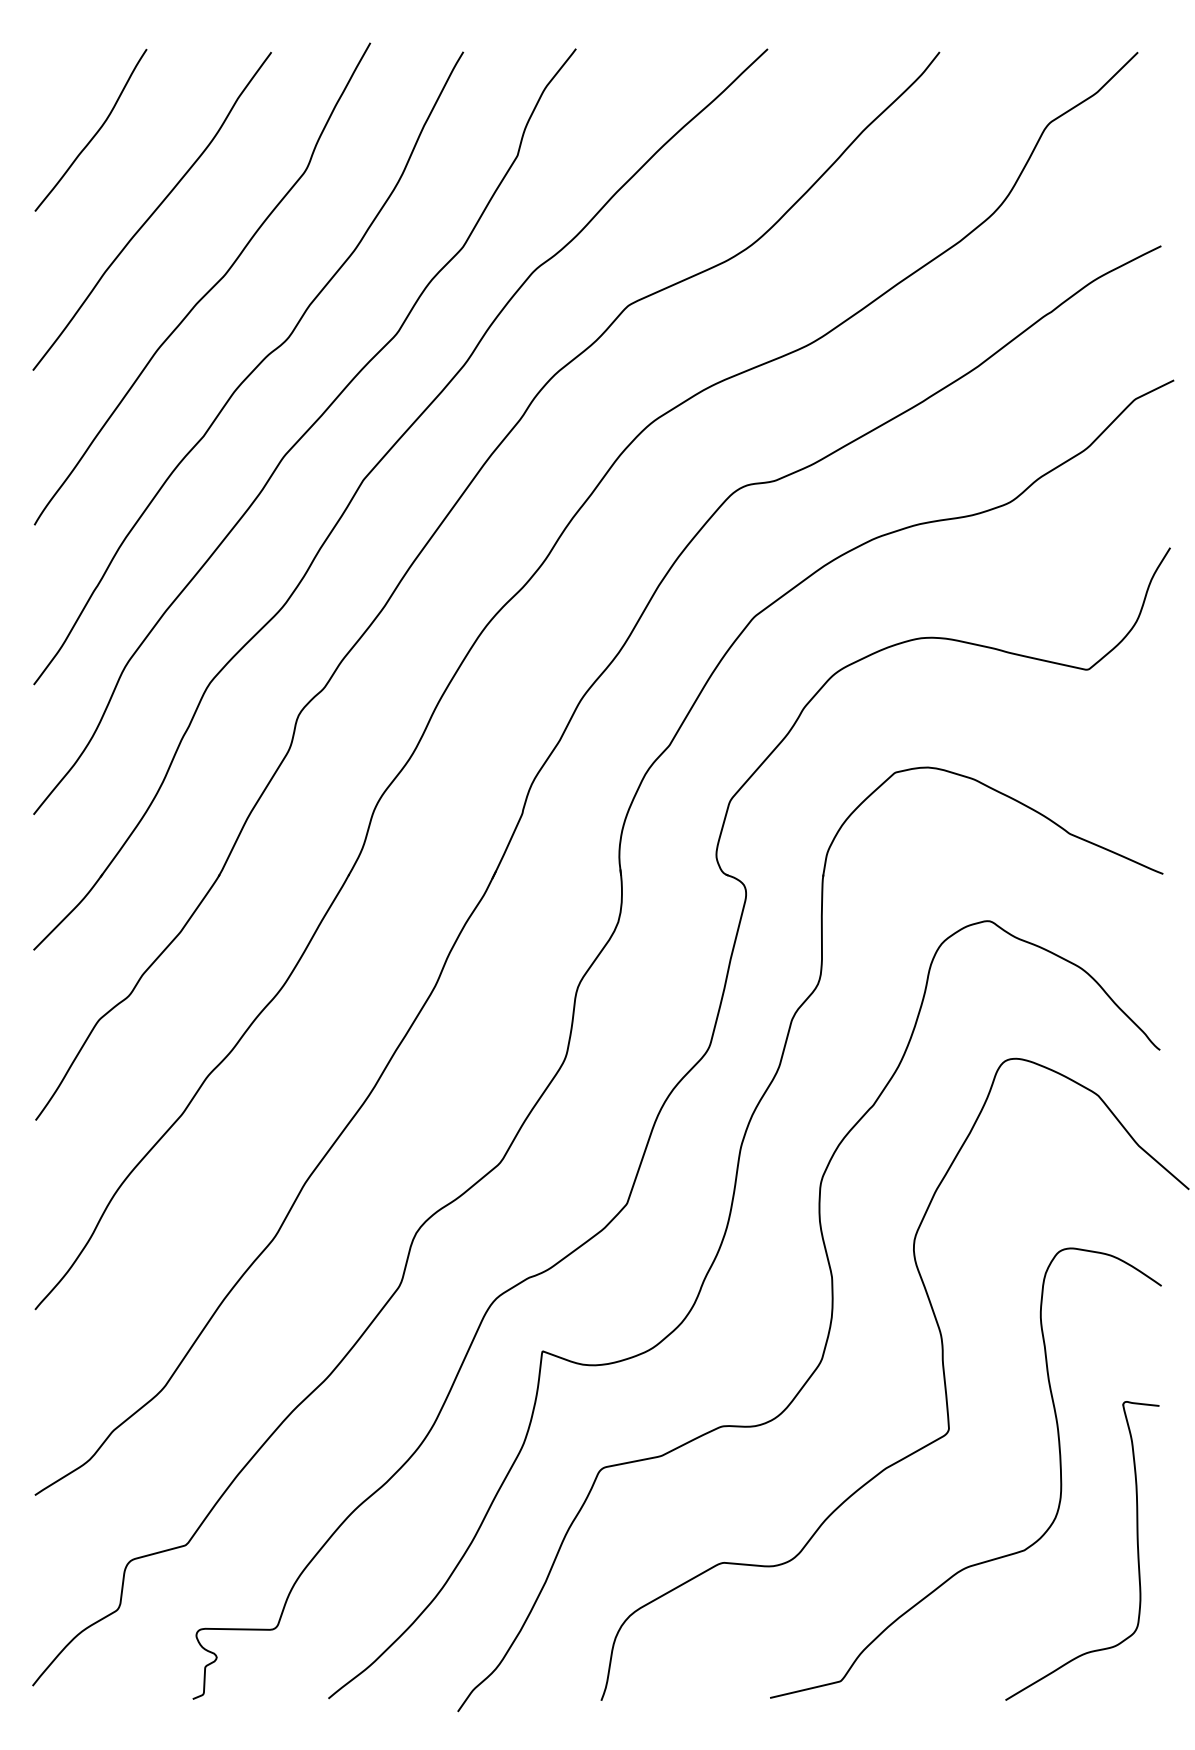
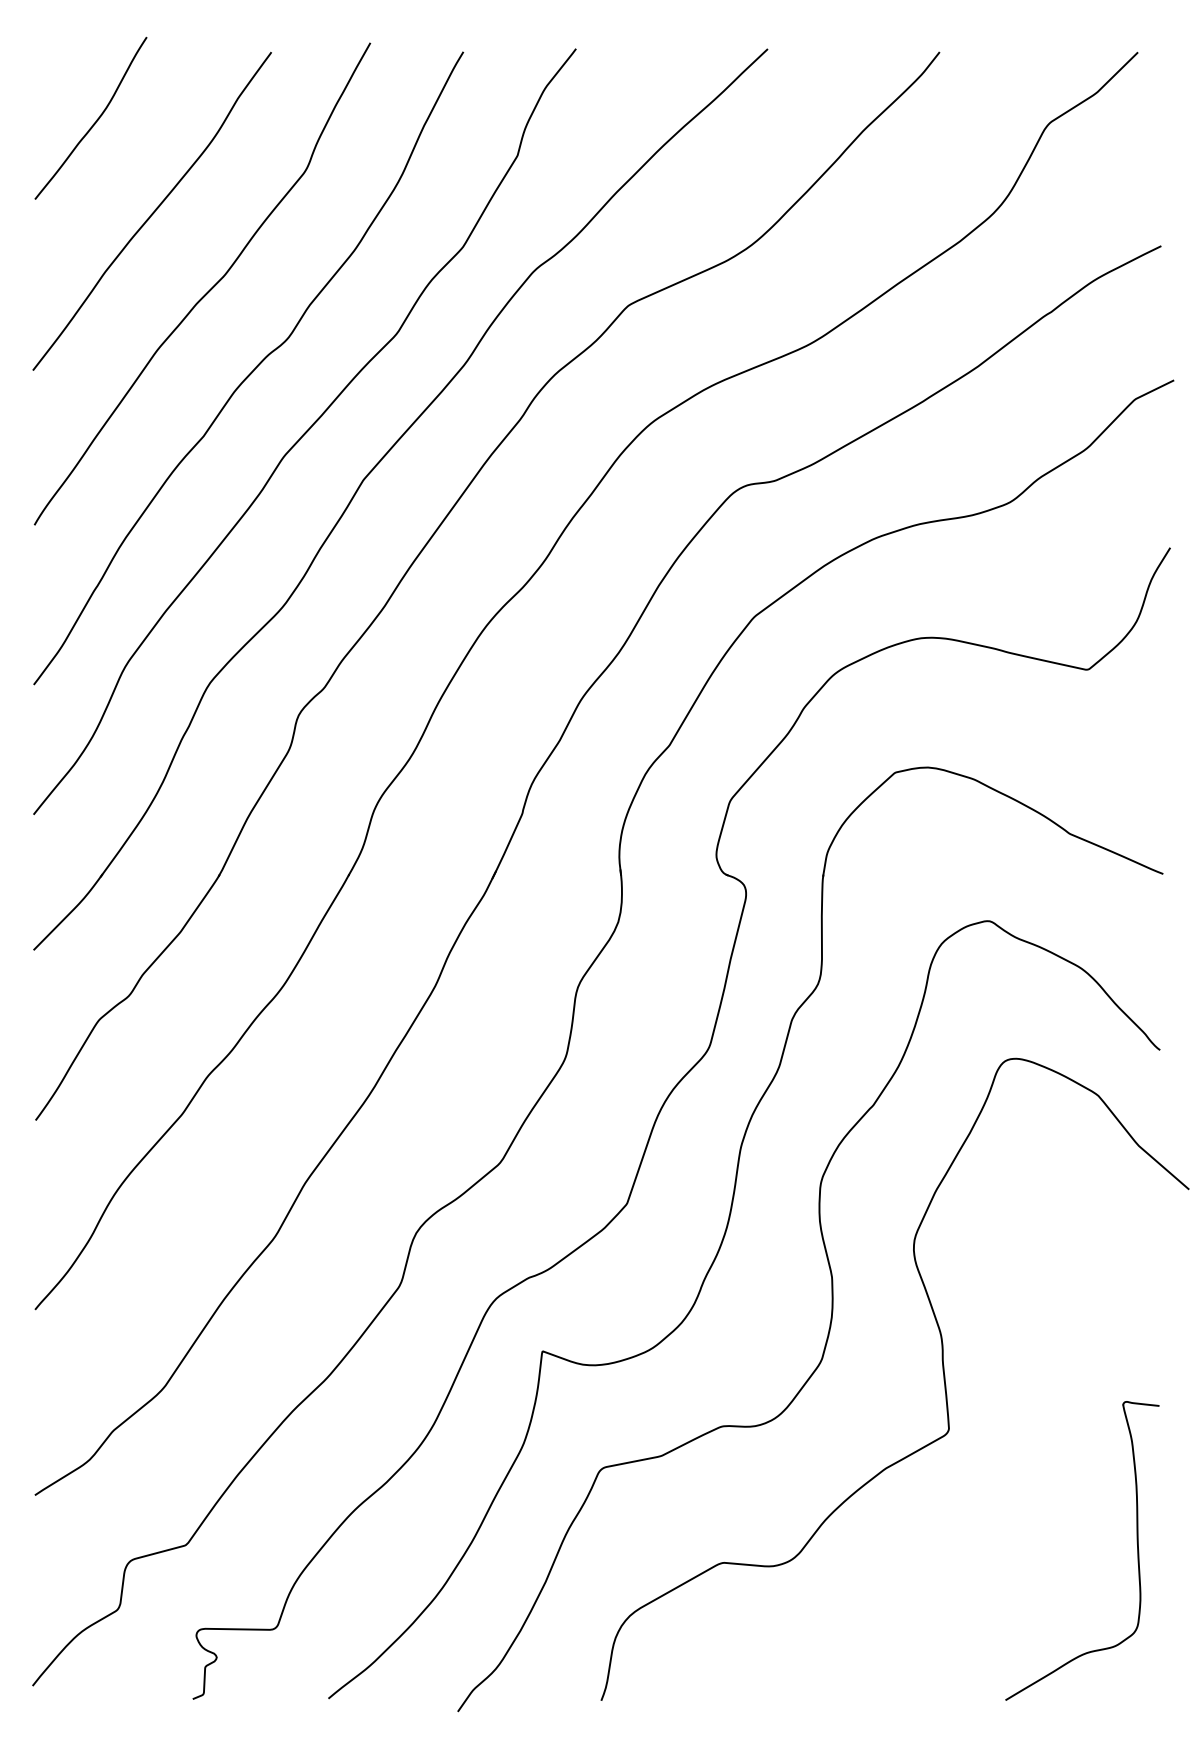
curve at (96, 131) position: (96, 131) -> (96, 119)
curve at (989, 1559): present -> none
